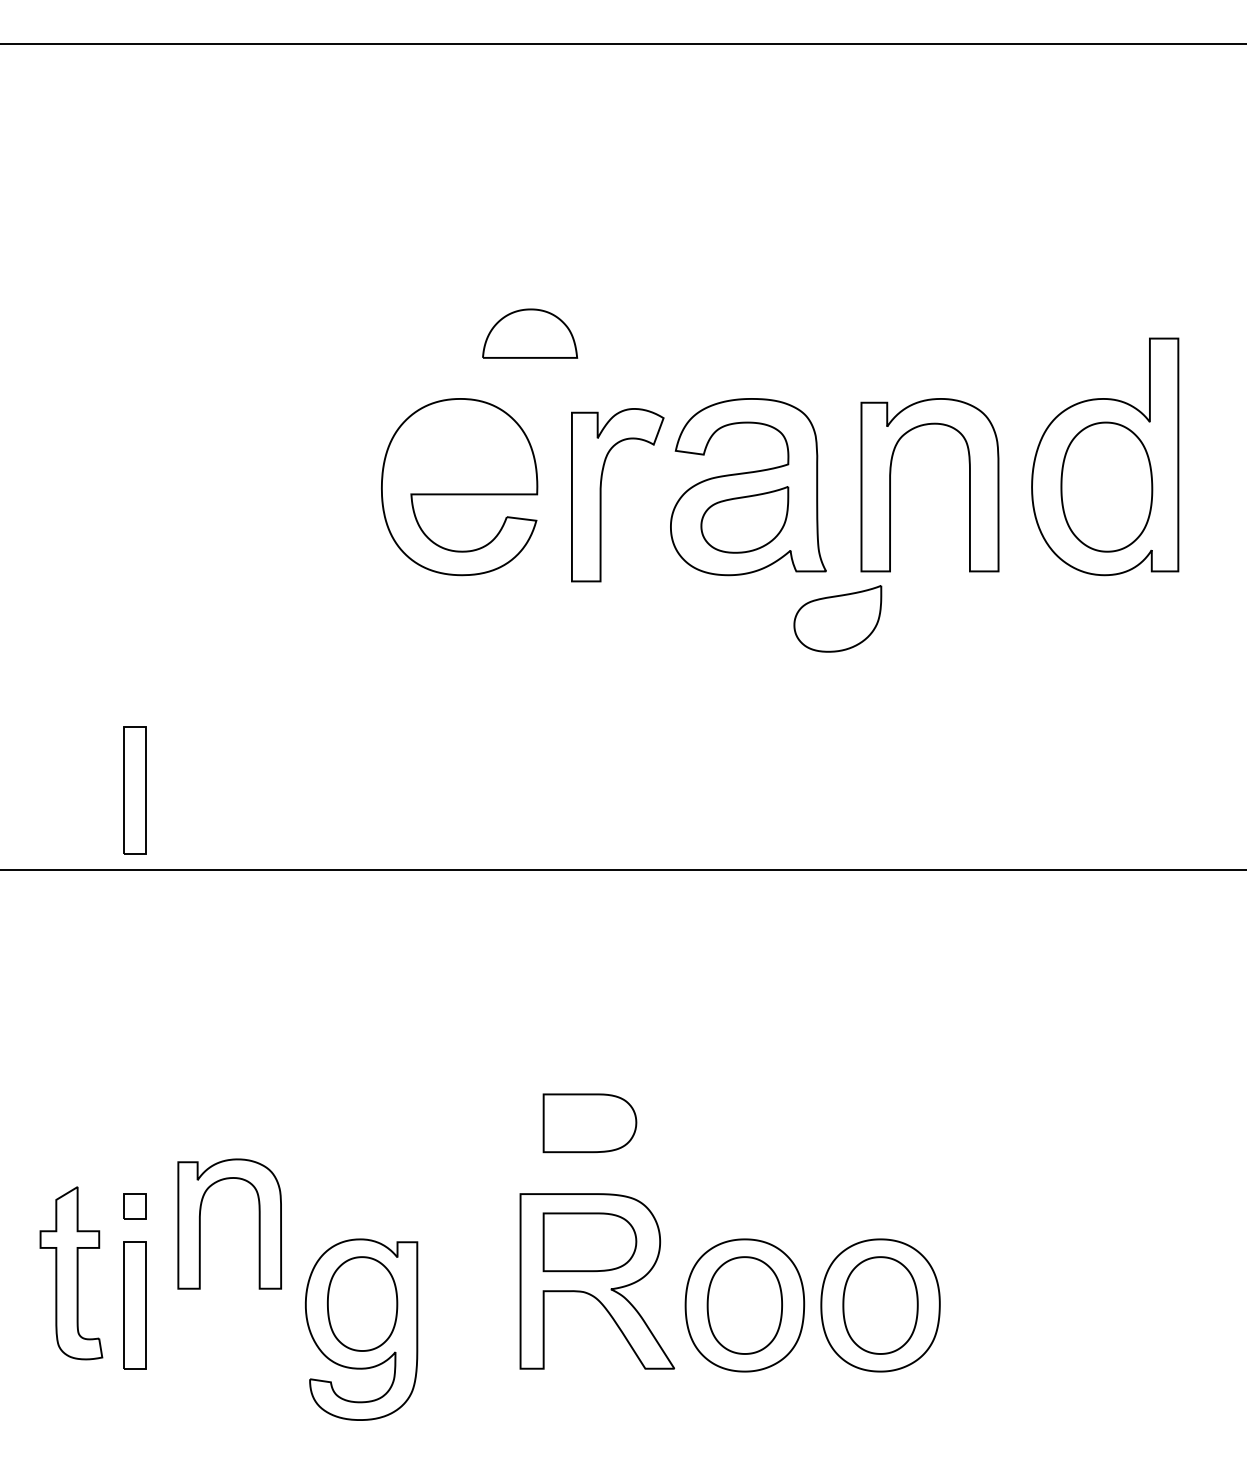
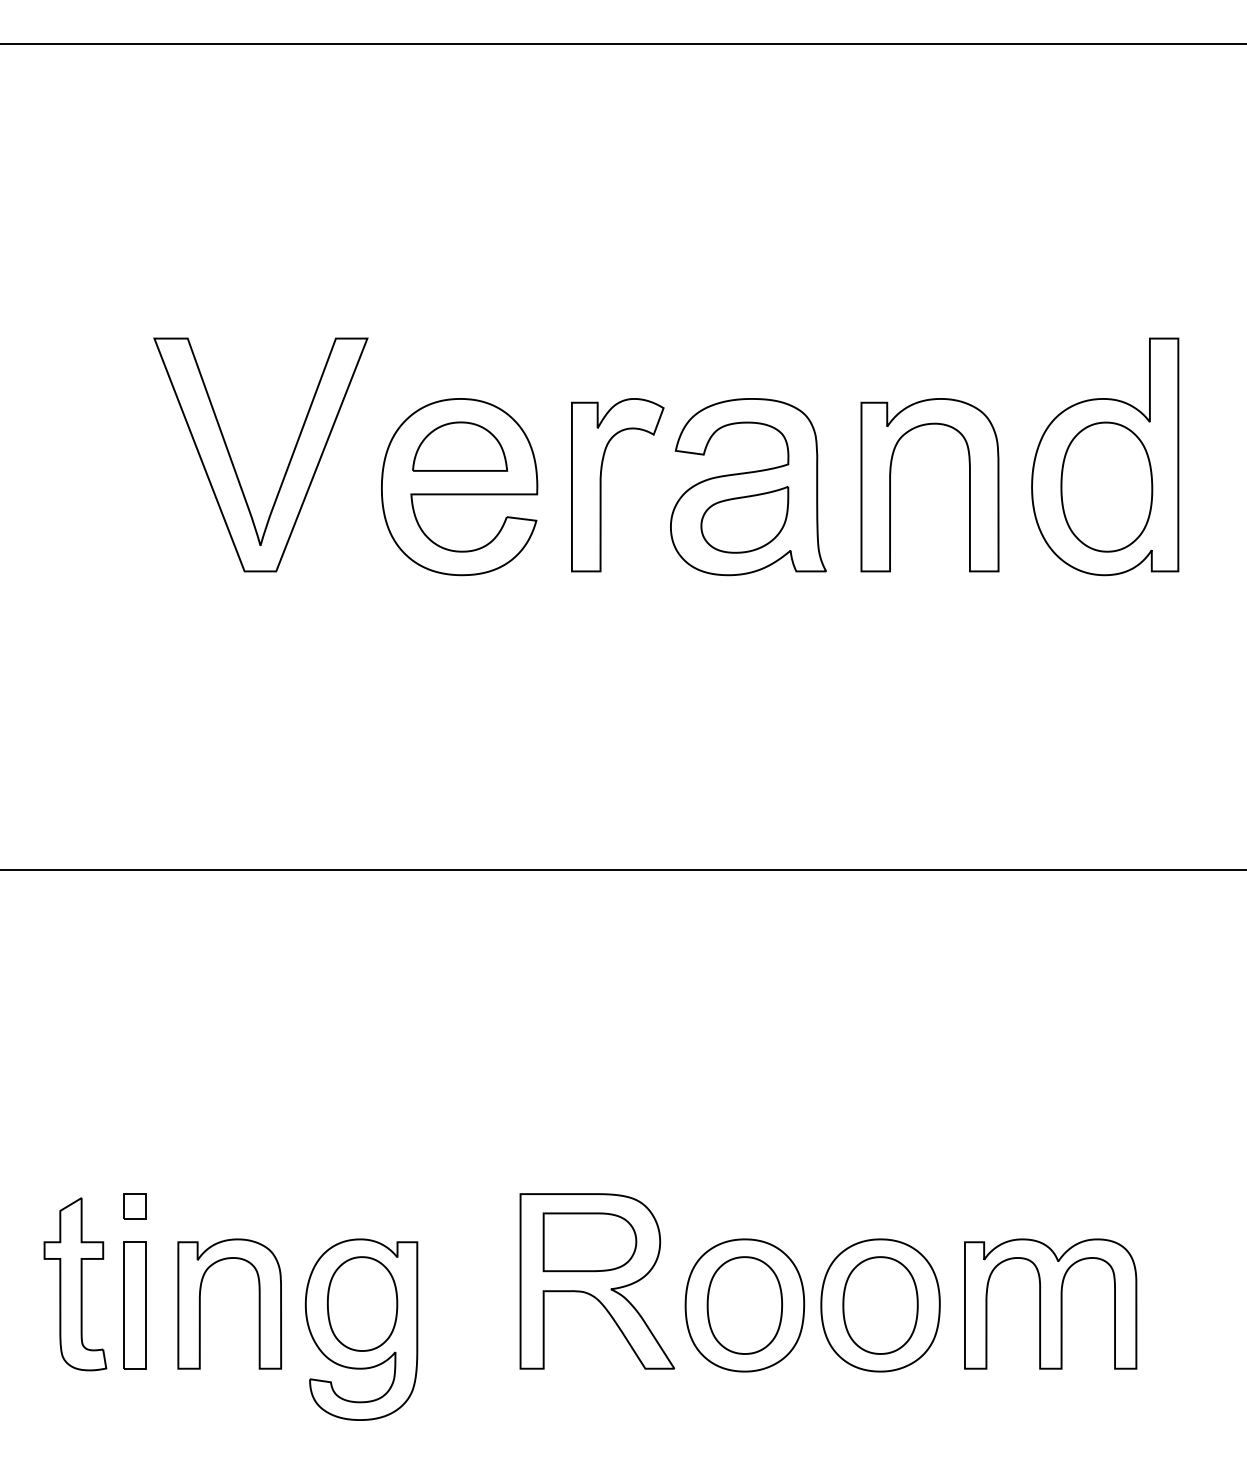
part at (530, 333) position: (530, 333) -> (460, 446)
part at (233, 462): none -> present
part at (601, 495) position: (601, 495) -> (601, 485)
part at (837, 618): present -> none
part at (134, 790): present -> none
part at (589, 1123): present -> none
part at (200, 1223) position: (200, 1223) -> (200, 1303)
part at (71, 1273) position: (71, 1273) -> (75, 1284)
part at (1050, 1303): none -> present
